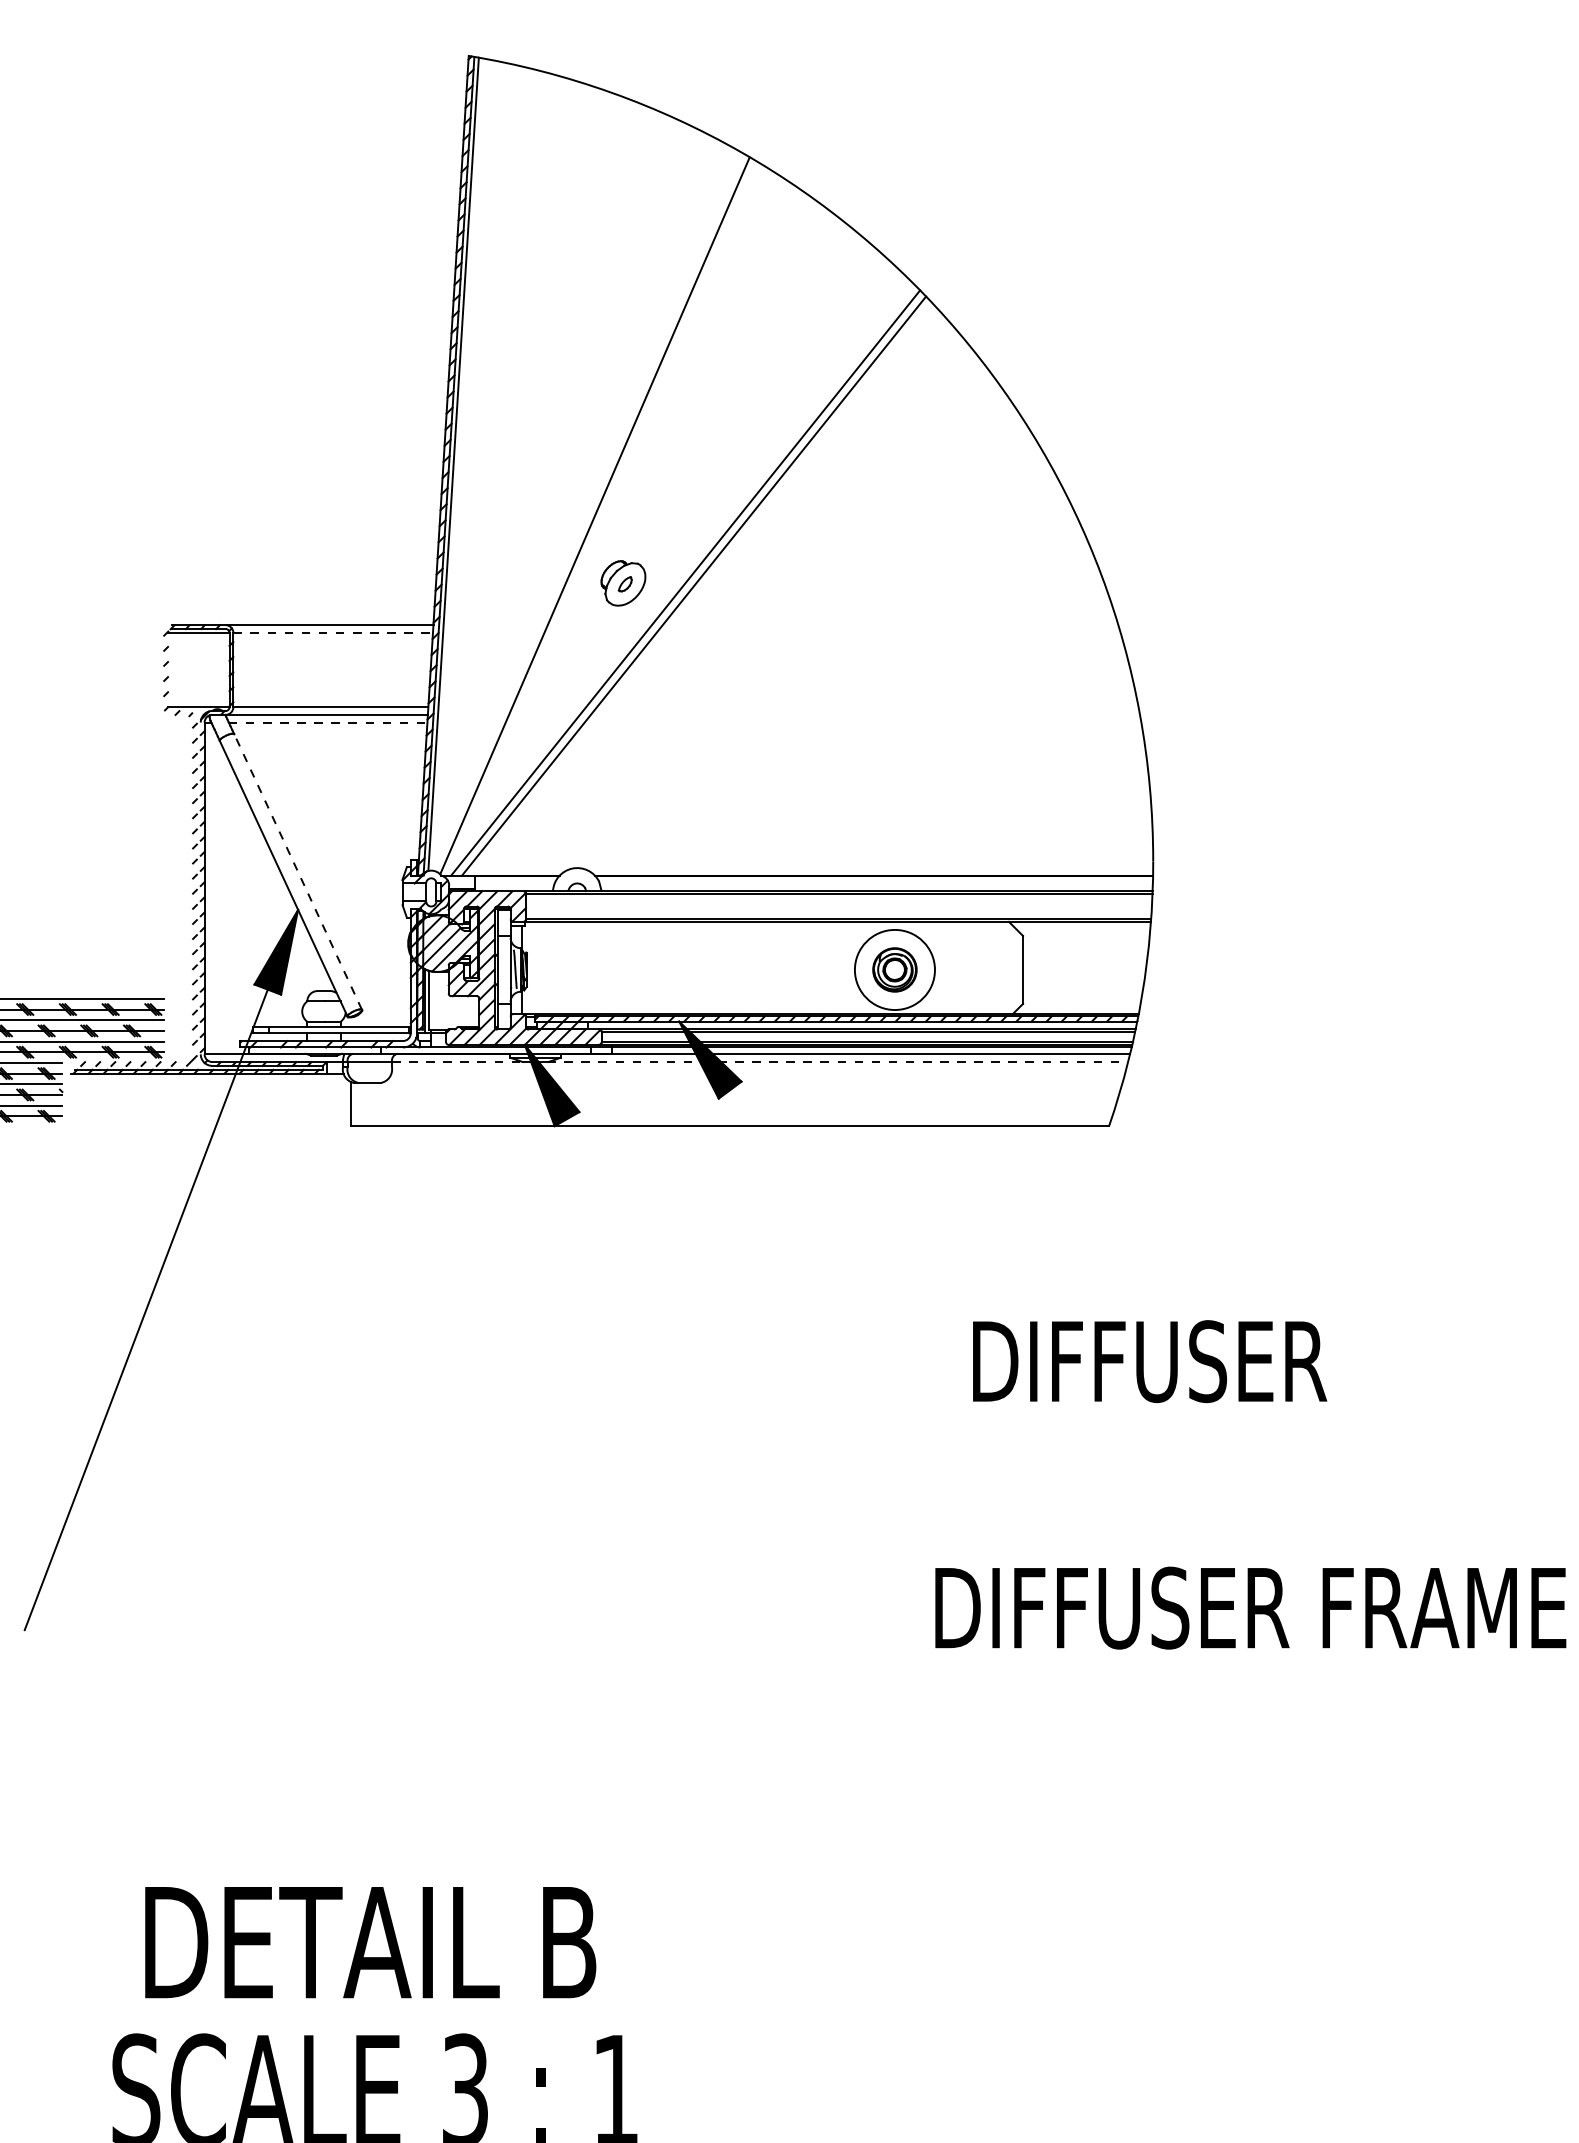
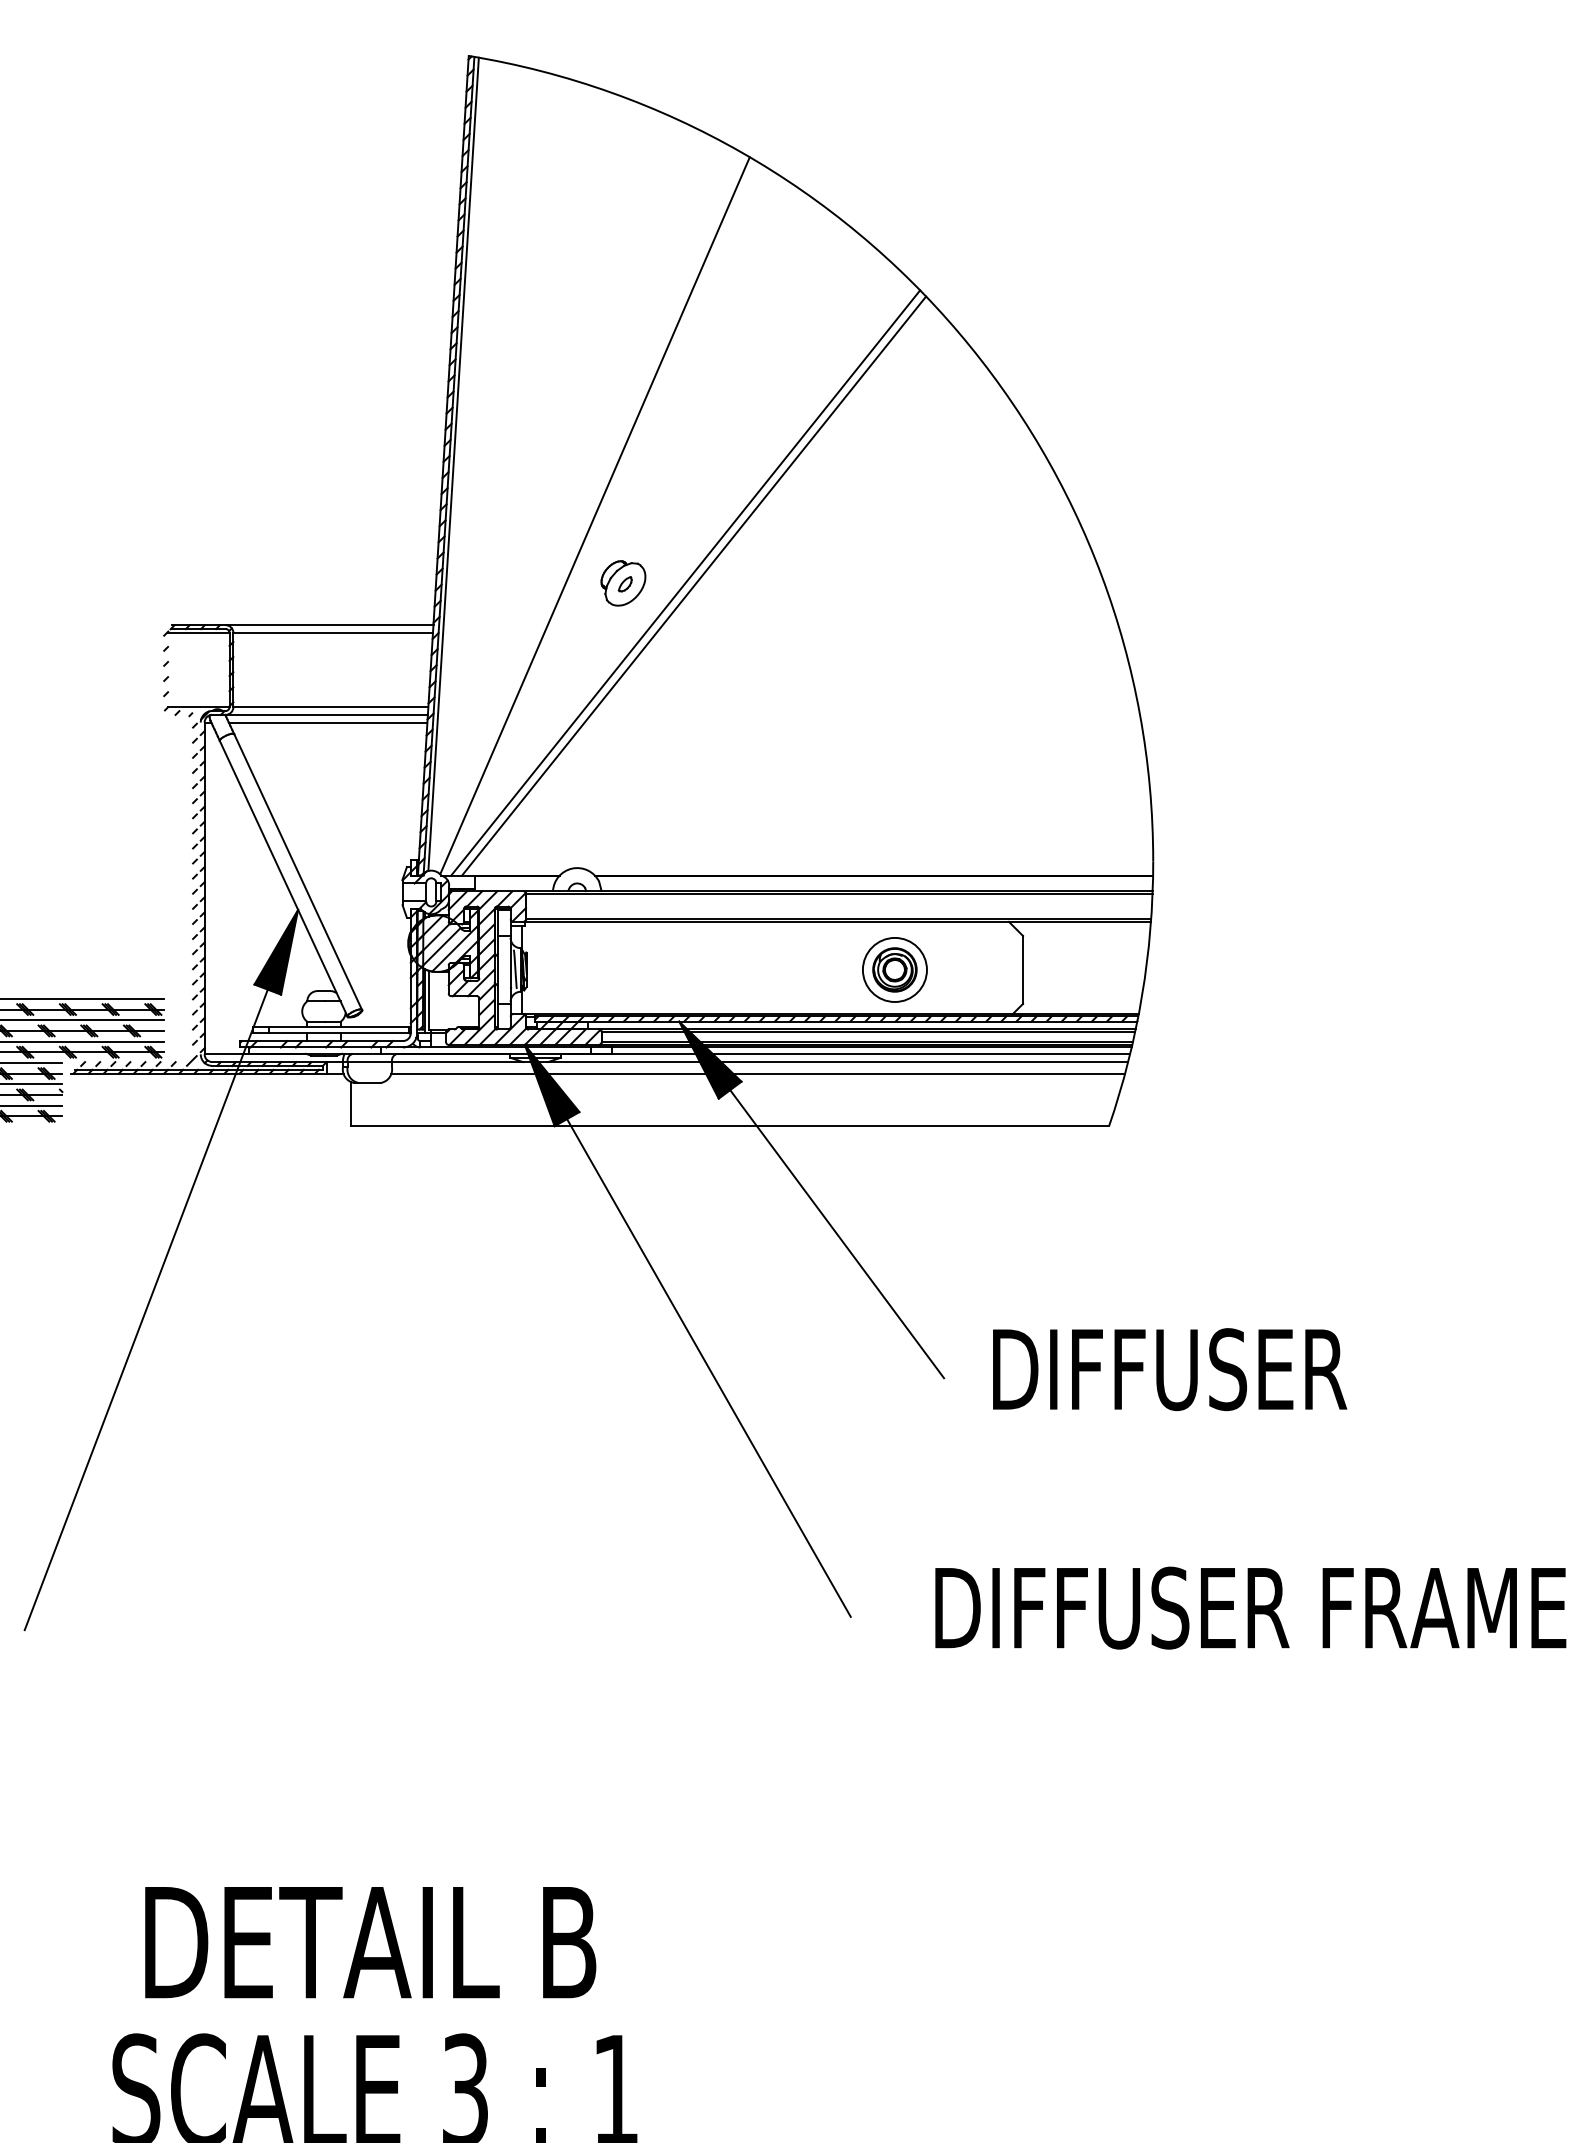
line at (333, 632): dashed -> solid
line at (328, 722): dashed -> solid
line at (298, 872): dashed -> solid
circle at (894, 969) diameter: 80 px -> 64 px
line at (458, 1062): dashed -> solid
line at (837, 1062): dashed -> solid
line at (758, 1073): none -> present
line at (837, 1234): none -> present
part at (1143, 1361) position: (1143, 1361) -> (1163, 1369)
line at (708, 1367): none -> present
